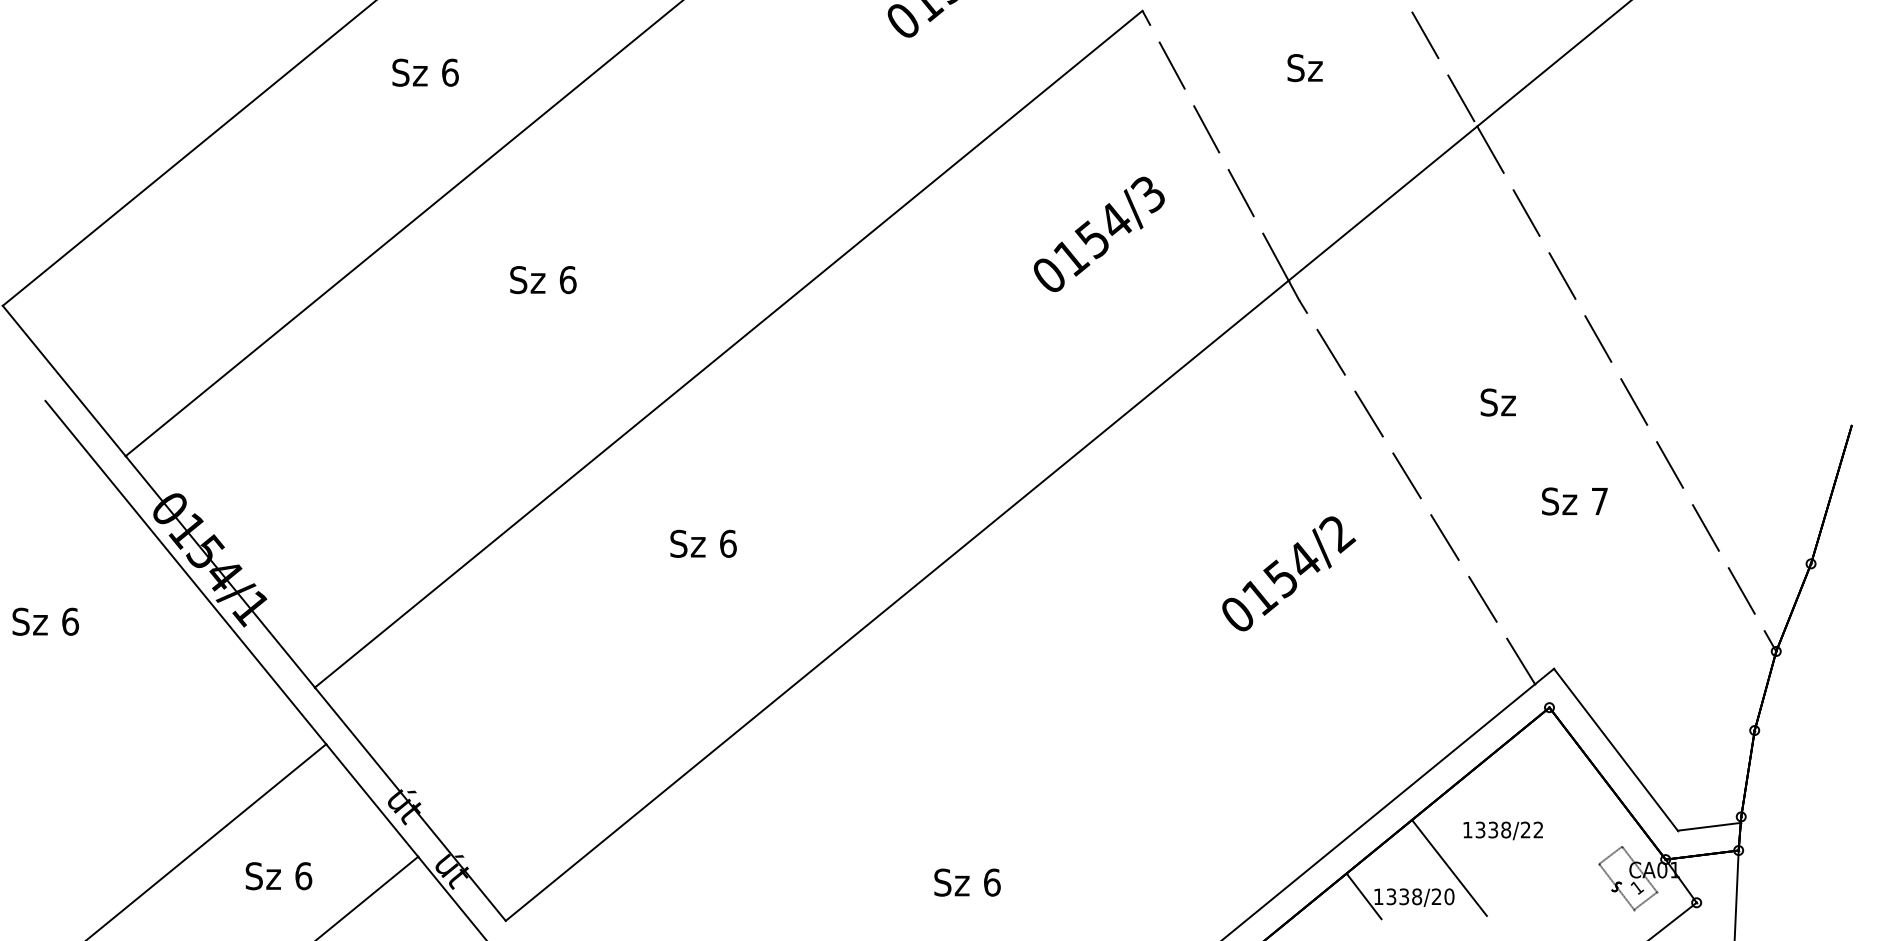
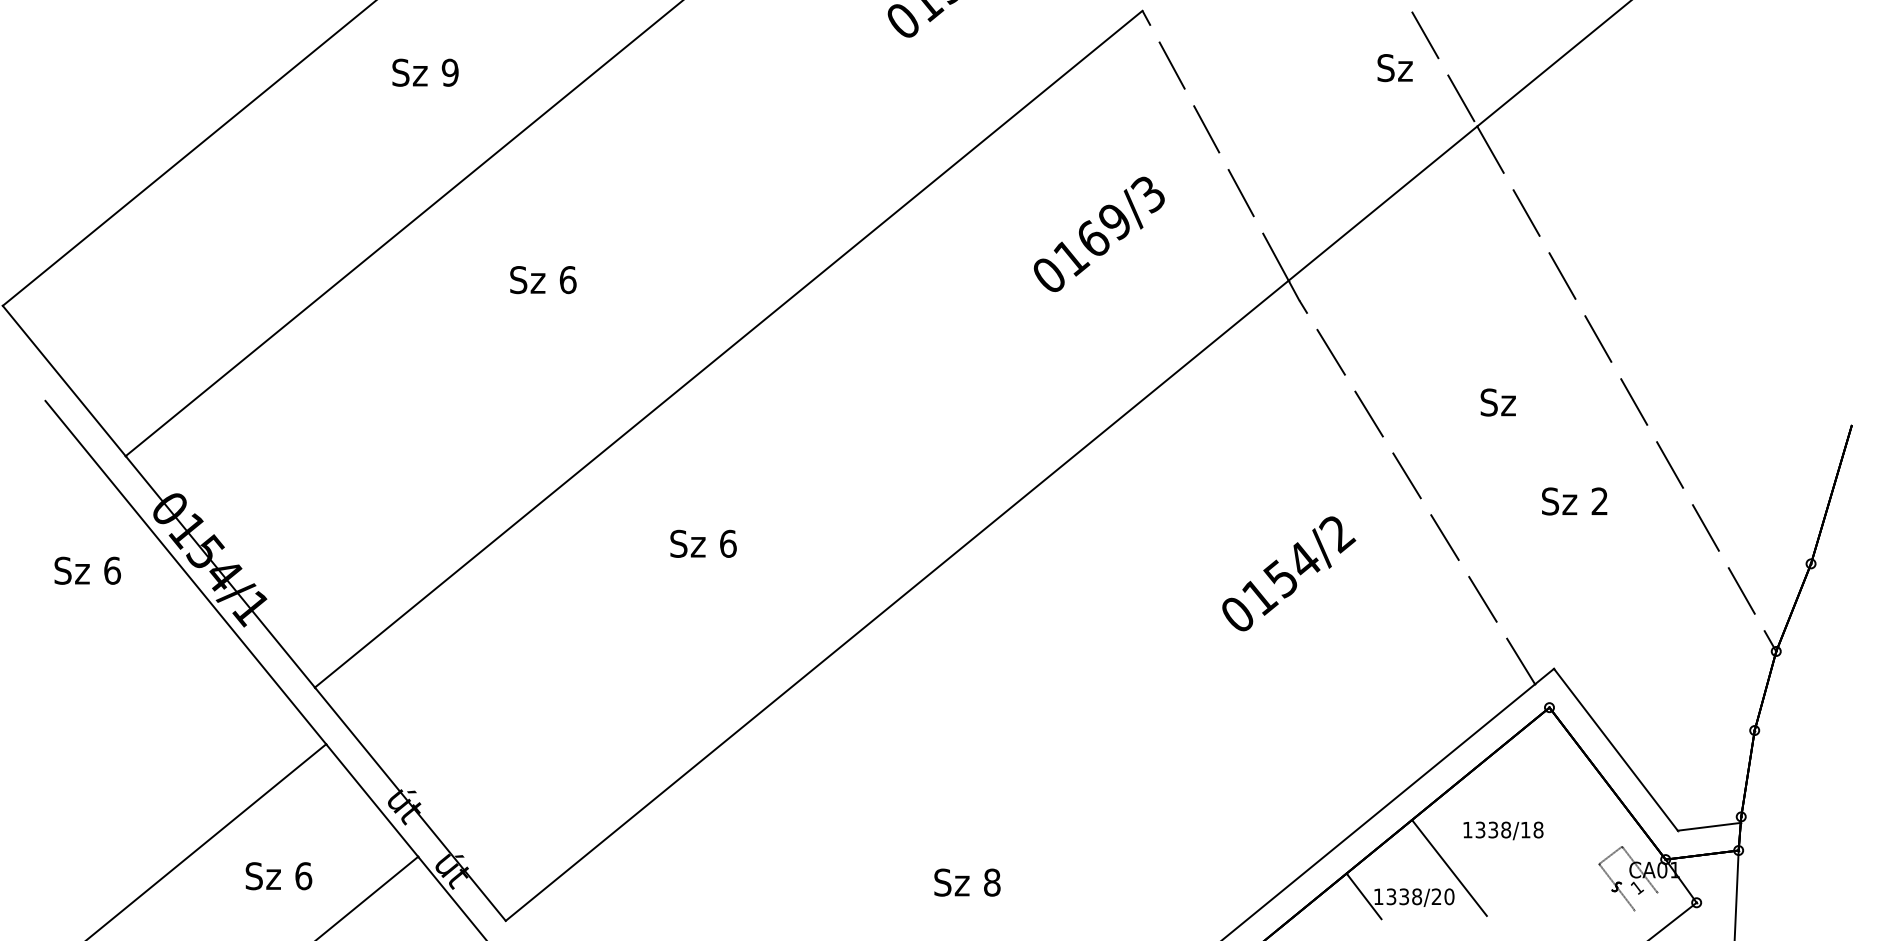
text at (1304, 68) position: (1304, 68) -> (1394, 68)
text at (449, 72): 6 -> 9
text at (1102, 231): 0154/3 -> 0169/3
text at (1599, 500): 7 -> 2
text at (45, 621) position: (45, 621) -> (87, 570)
text at (1531, 829): 1338/22 -> 1338/18
text at (992, 882): 6 -> 8
line at (1645, 900): present -> none
